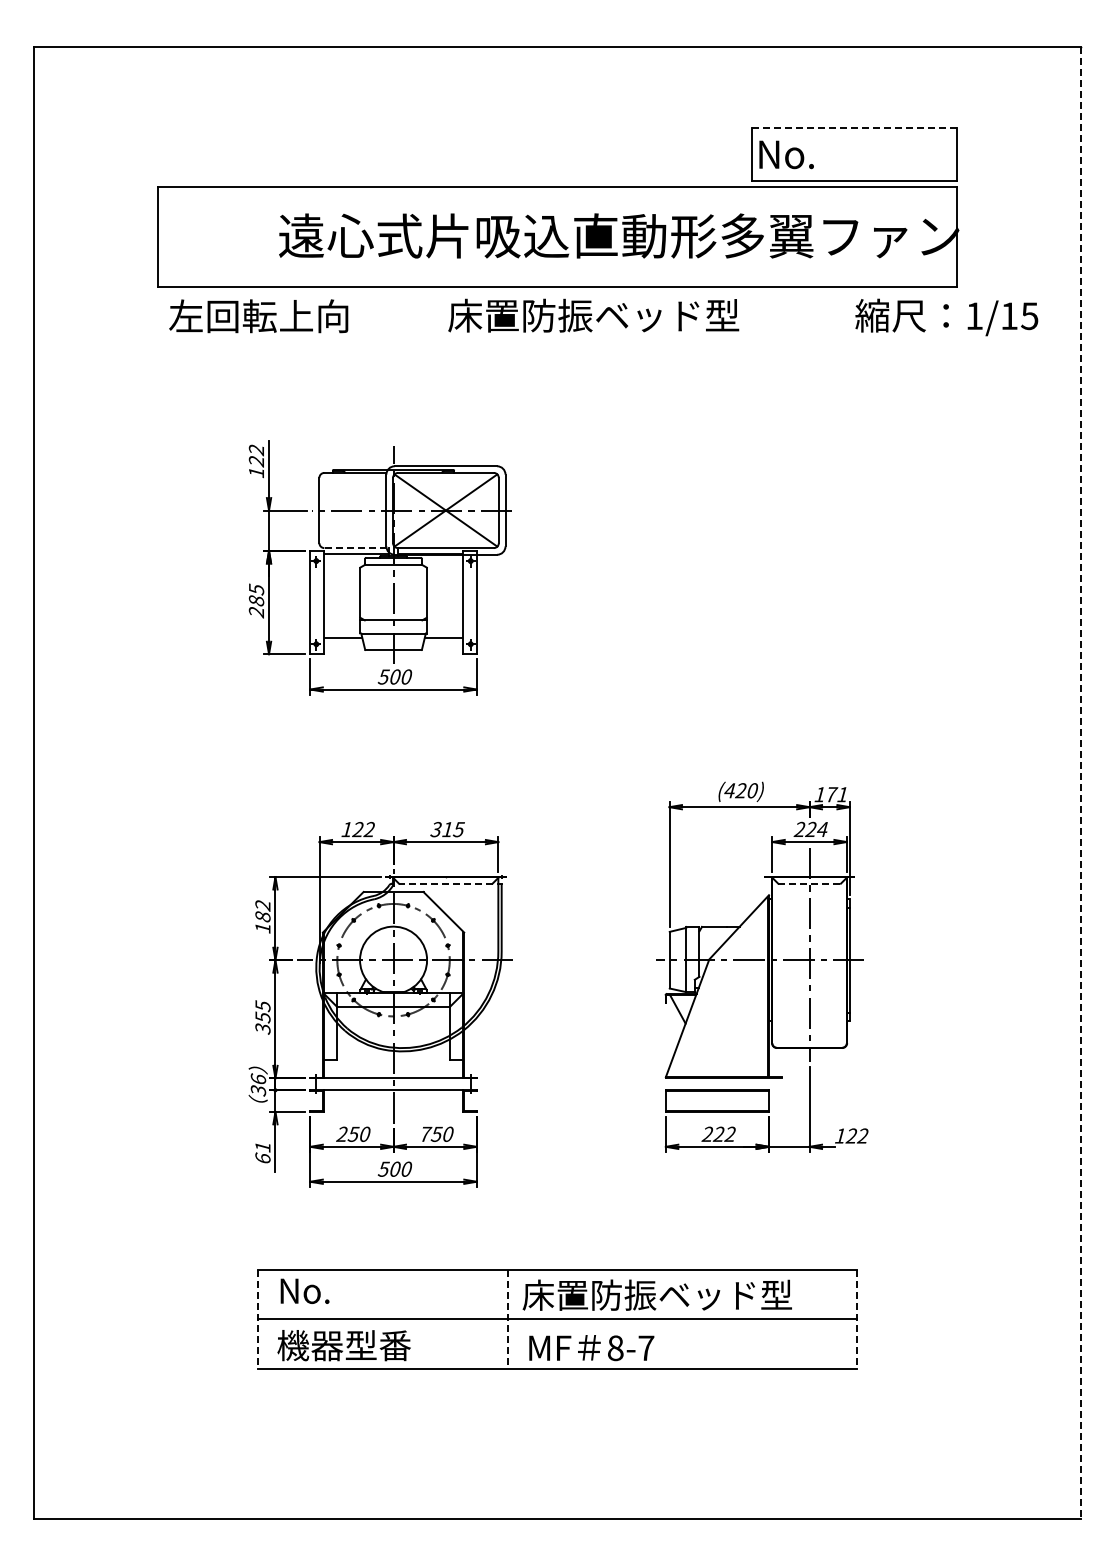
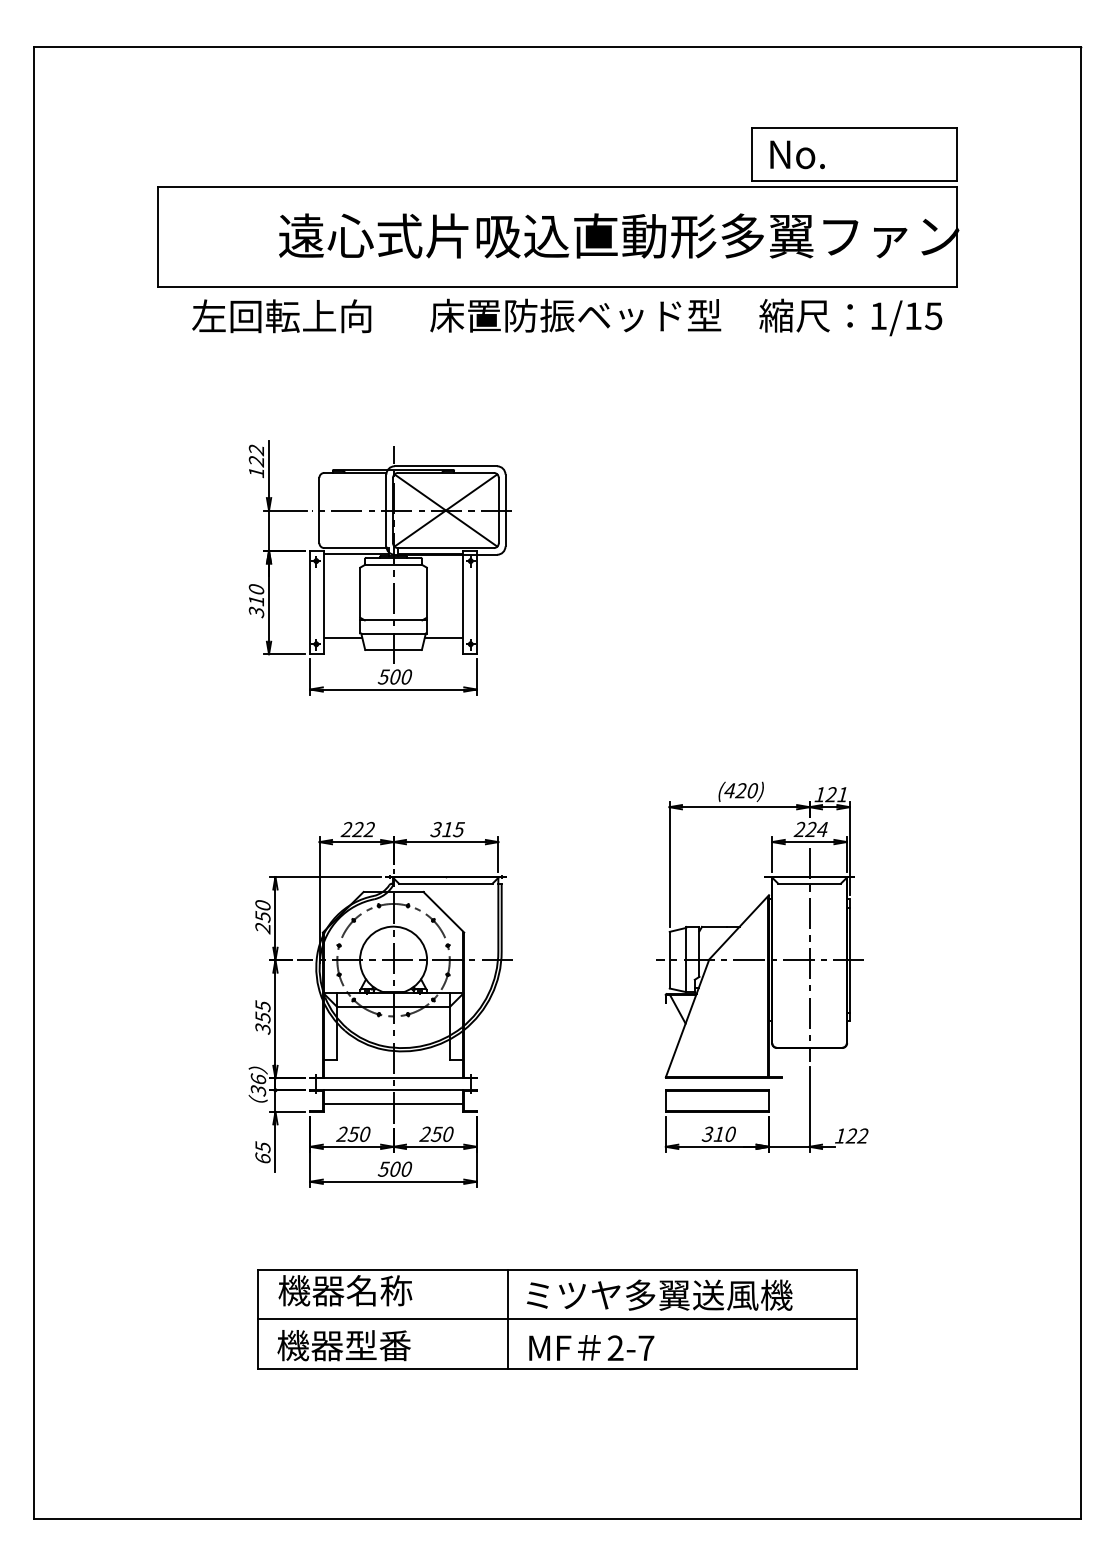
line at (855, 128): dashed -> solid
text at (786, 154) position: (786, 154) -> (797, 154)
text at (593, 315) position: (593, 315) -> (575, 315)
text at (258, 316) position: (258, 316) -> (281, 316)
text at (946, 317) position: (946, 317) -> (850, 317)
line at (354, 548): dashed -> solid
text at (256, 600): 285 -> 310
line at (1081, 783): dashed -> solid
text at (831, 794): 171 -> 121
text at (346, 829): 122 -> 222
line at (445, 883): dashed -> solid
line at (810, 883): dashed -> solid
text at (262, 917): 182 -> 250
line at (393, 1103): none -> present
text at (425, 1133): 750 -> 250
text at (718, 1133): 222 -> 310
text at (262, 1147): 61 -> 65
text at (345, 1290): No. -> 機器名称
text at (657, 1294): 床置防振ベッド型 -> ミツヤ多翼送風機
line at (258, 1319): dashed -> solid
line at (507, 1319): dashed -> solid
line at (856, 1319): dashed -> solid
text at (615, 1348): 8-7 -> 2-7
